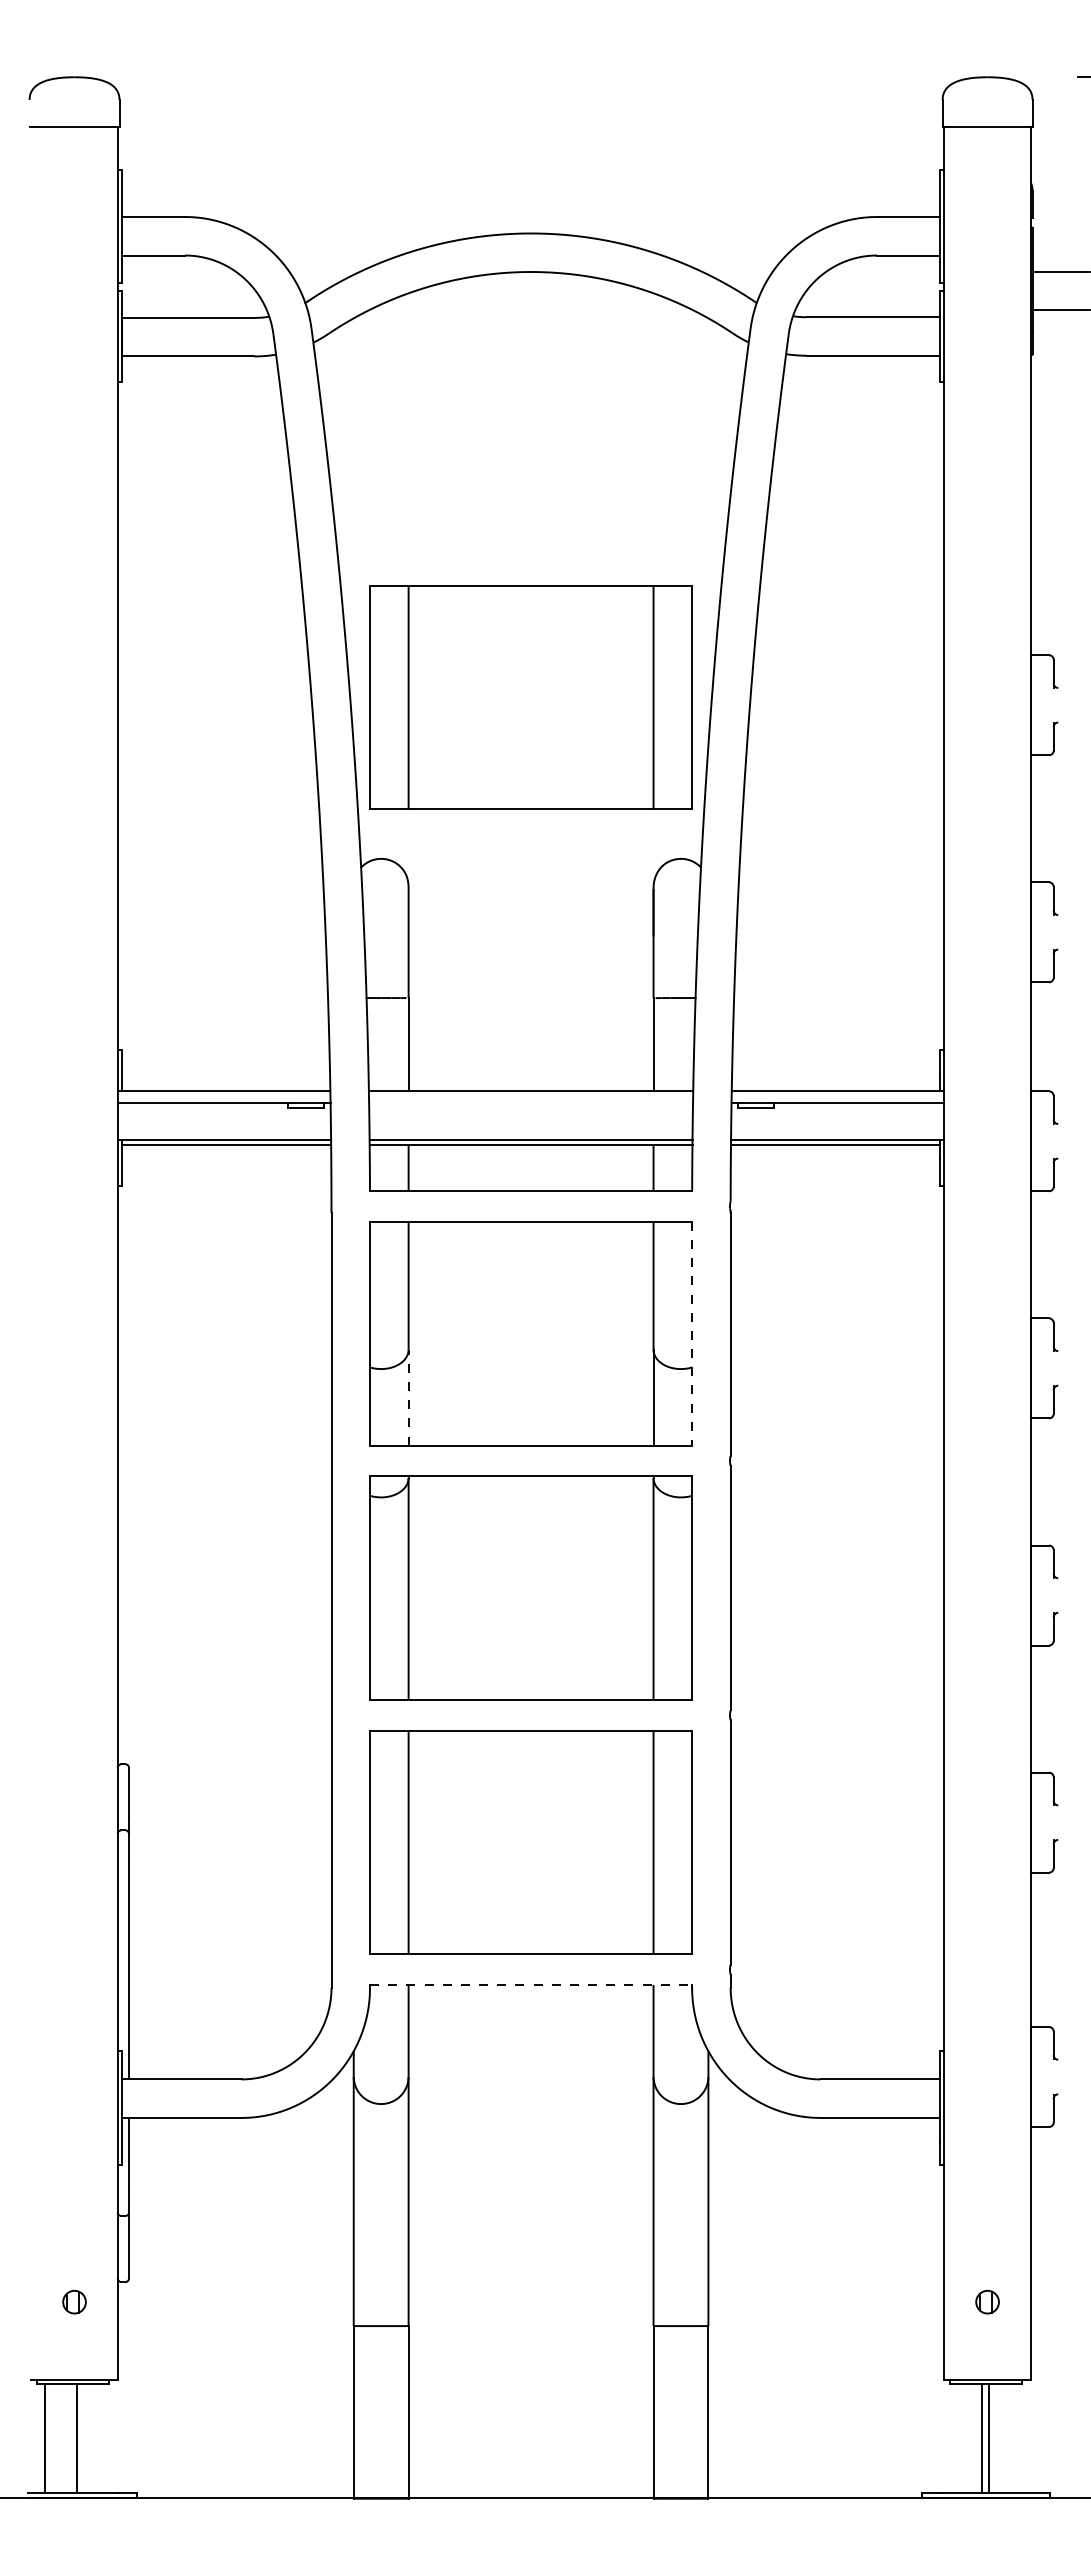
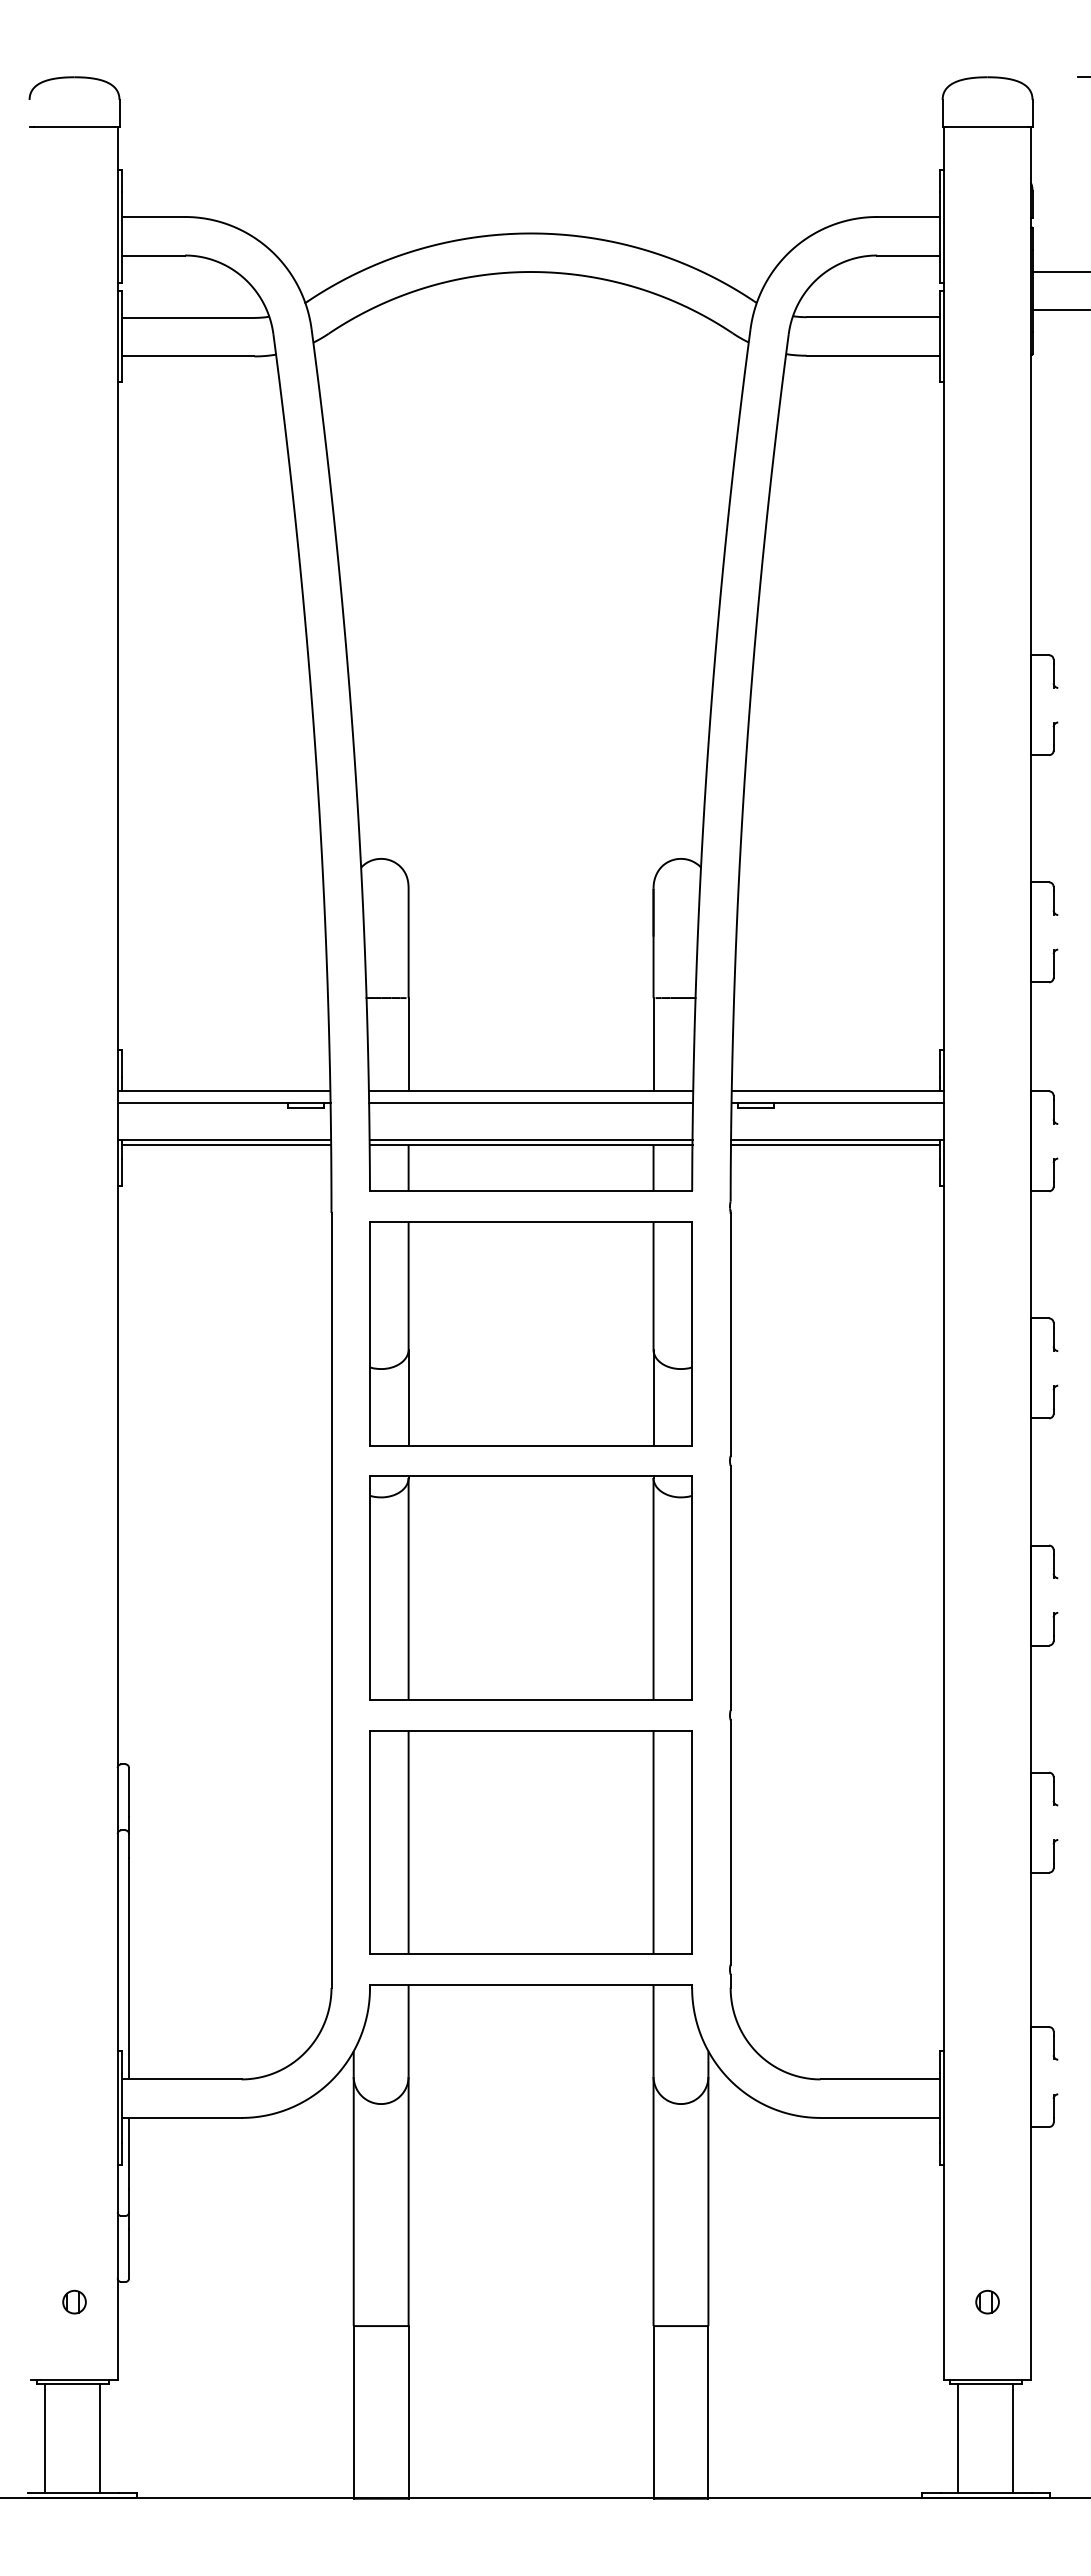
part at (530, 697): present -> none
line at (531, 1103): none -> present
line at (692, 1333): dashed -> solid
line at (408, 1397): dashed -> solid
line at (531, 1984): dashed -> solid
line at (77, 2437) position: (77, 2437) -> (100, 2437)
line at (982, 2437) position: (982, 2437) -> (958, 2437)
line at (989, 2437) position: (989, 2437) -> (1013, 2437)
